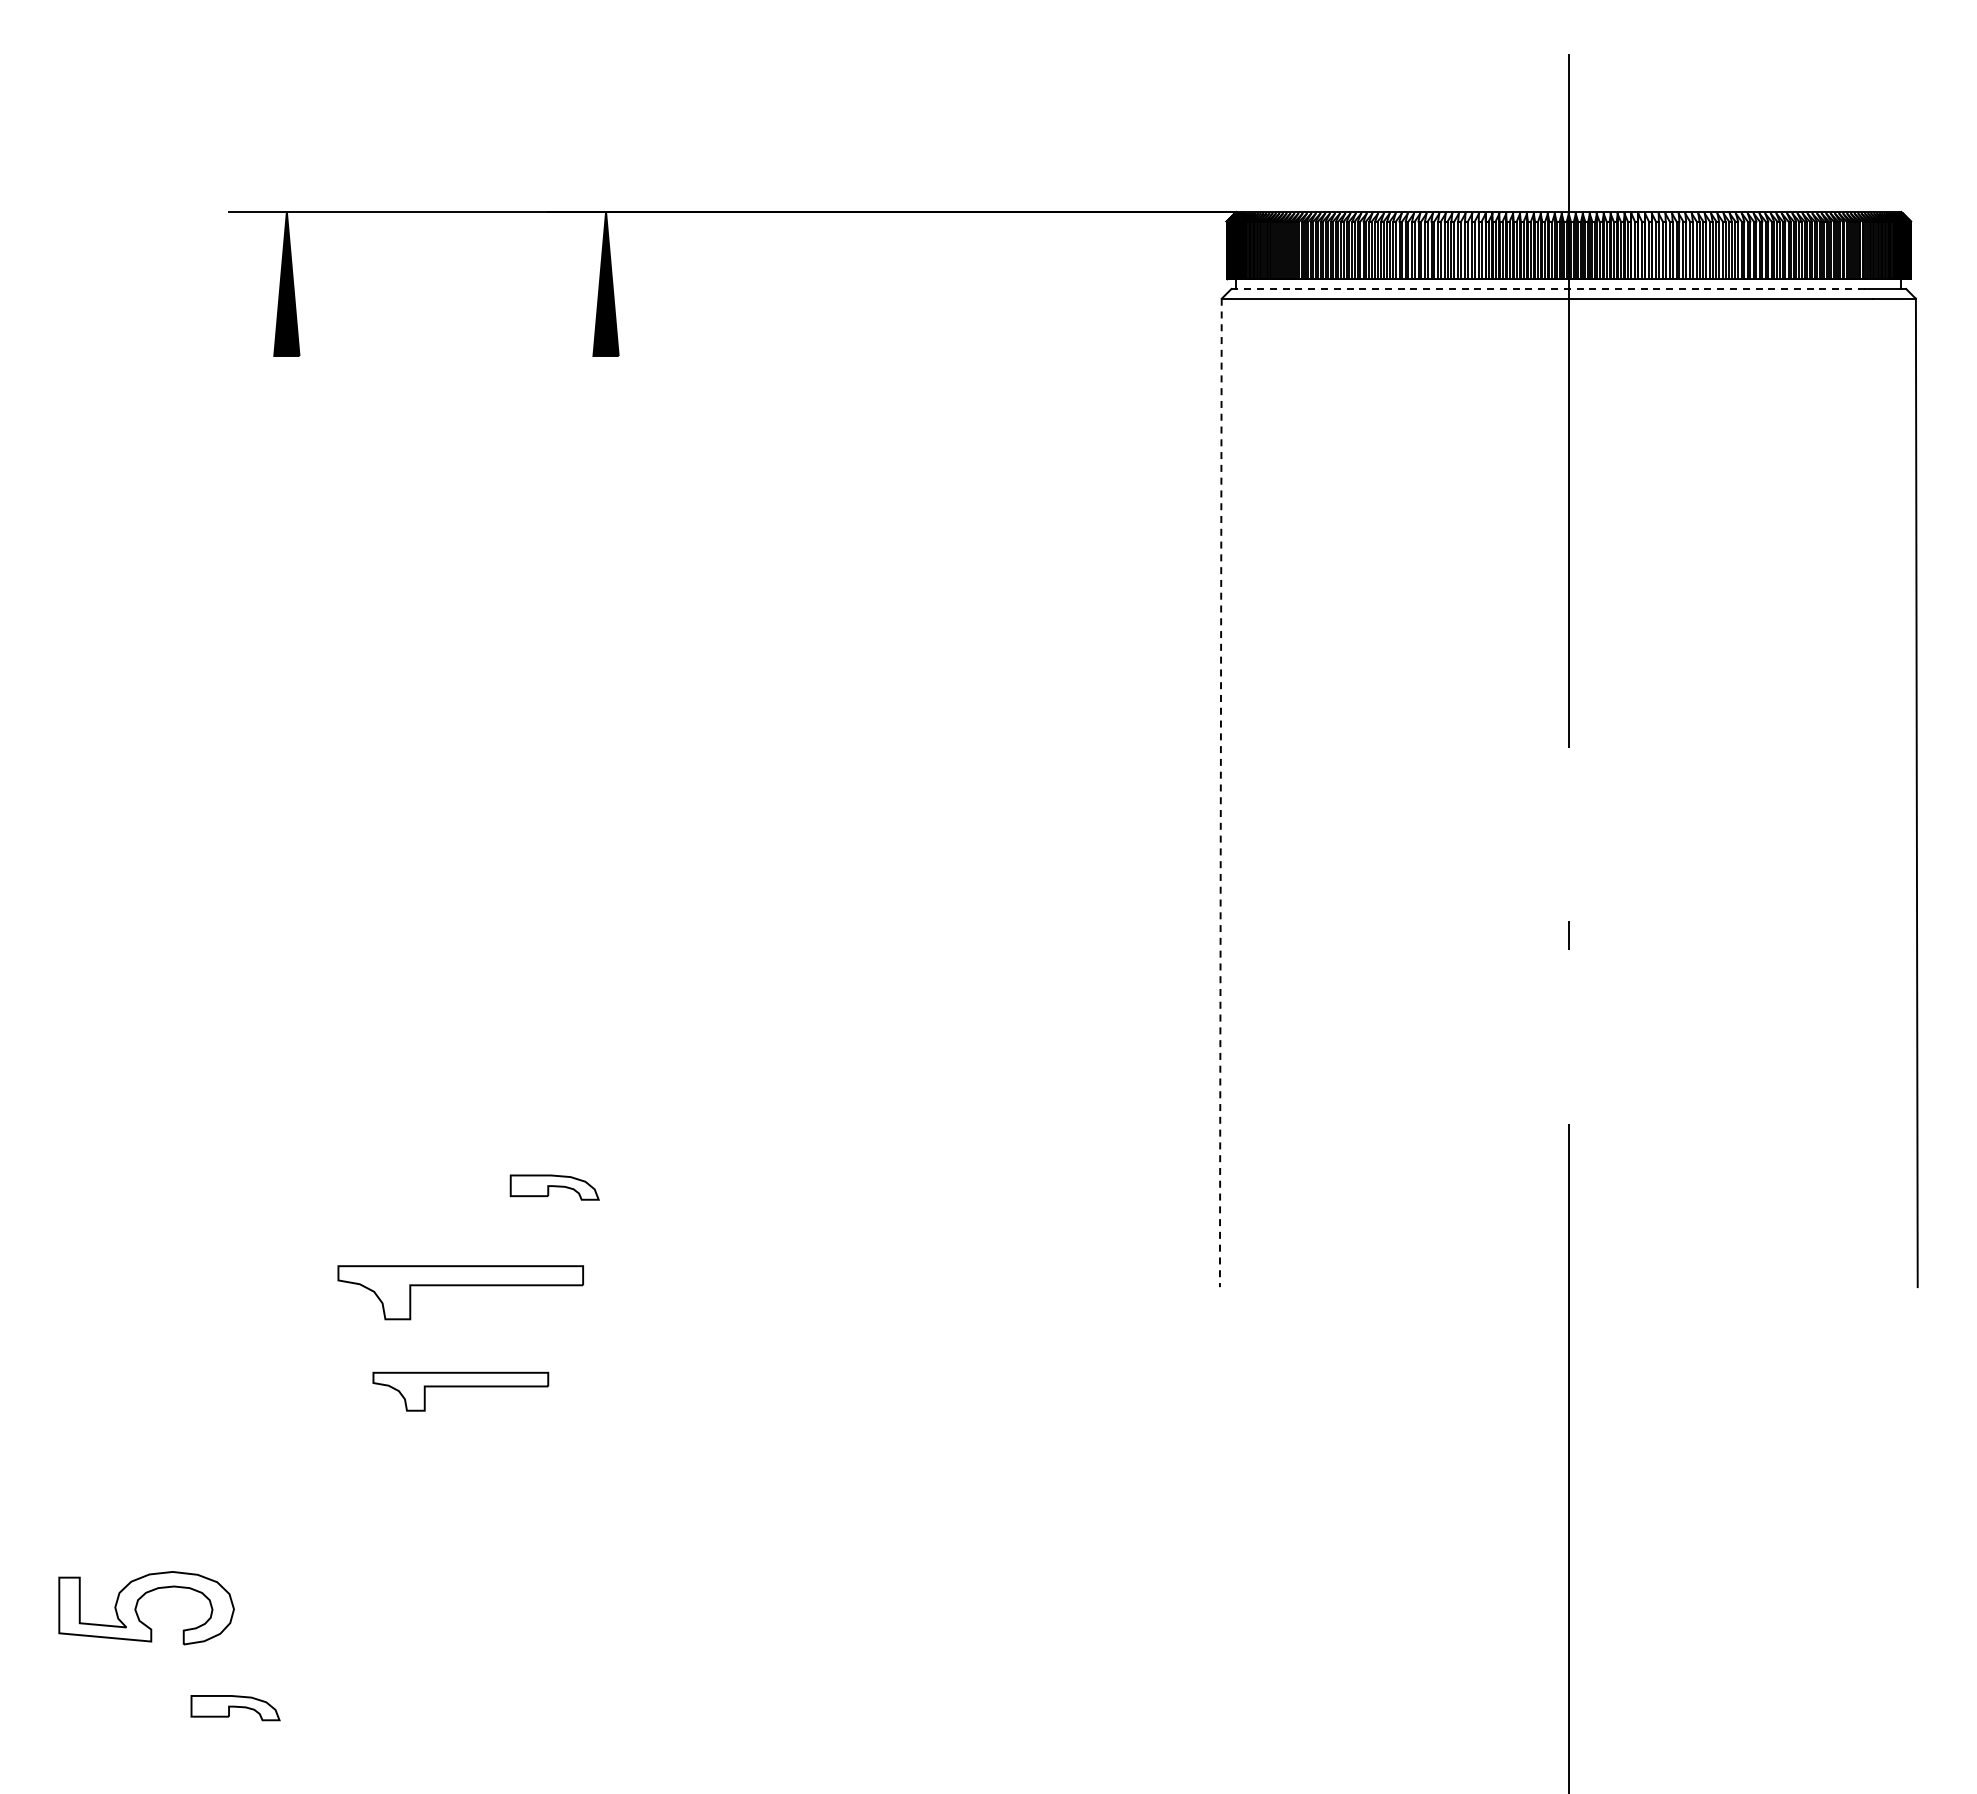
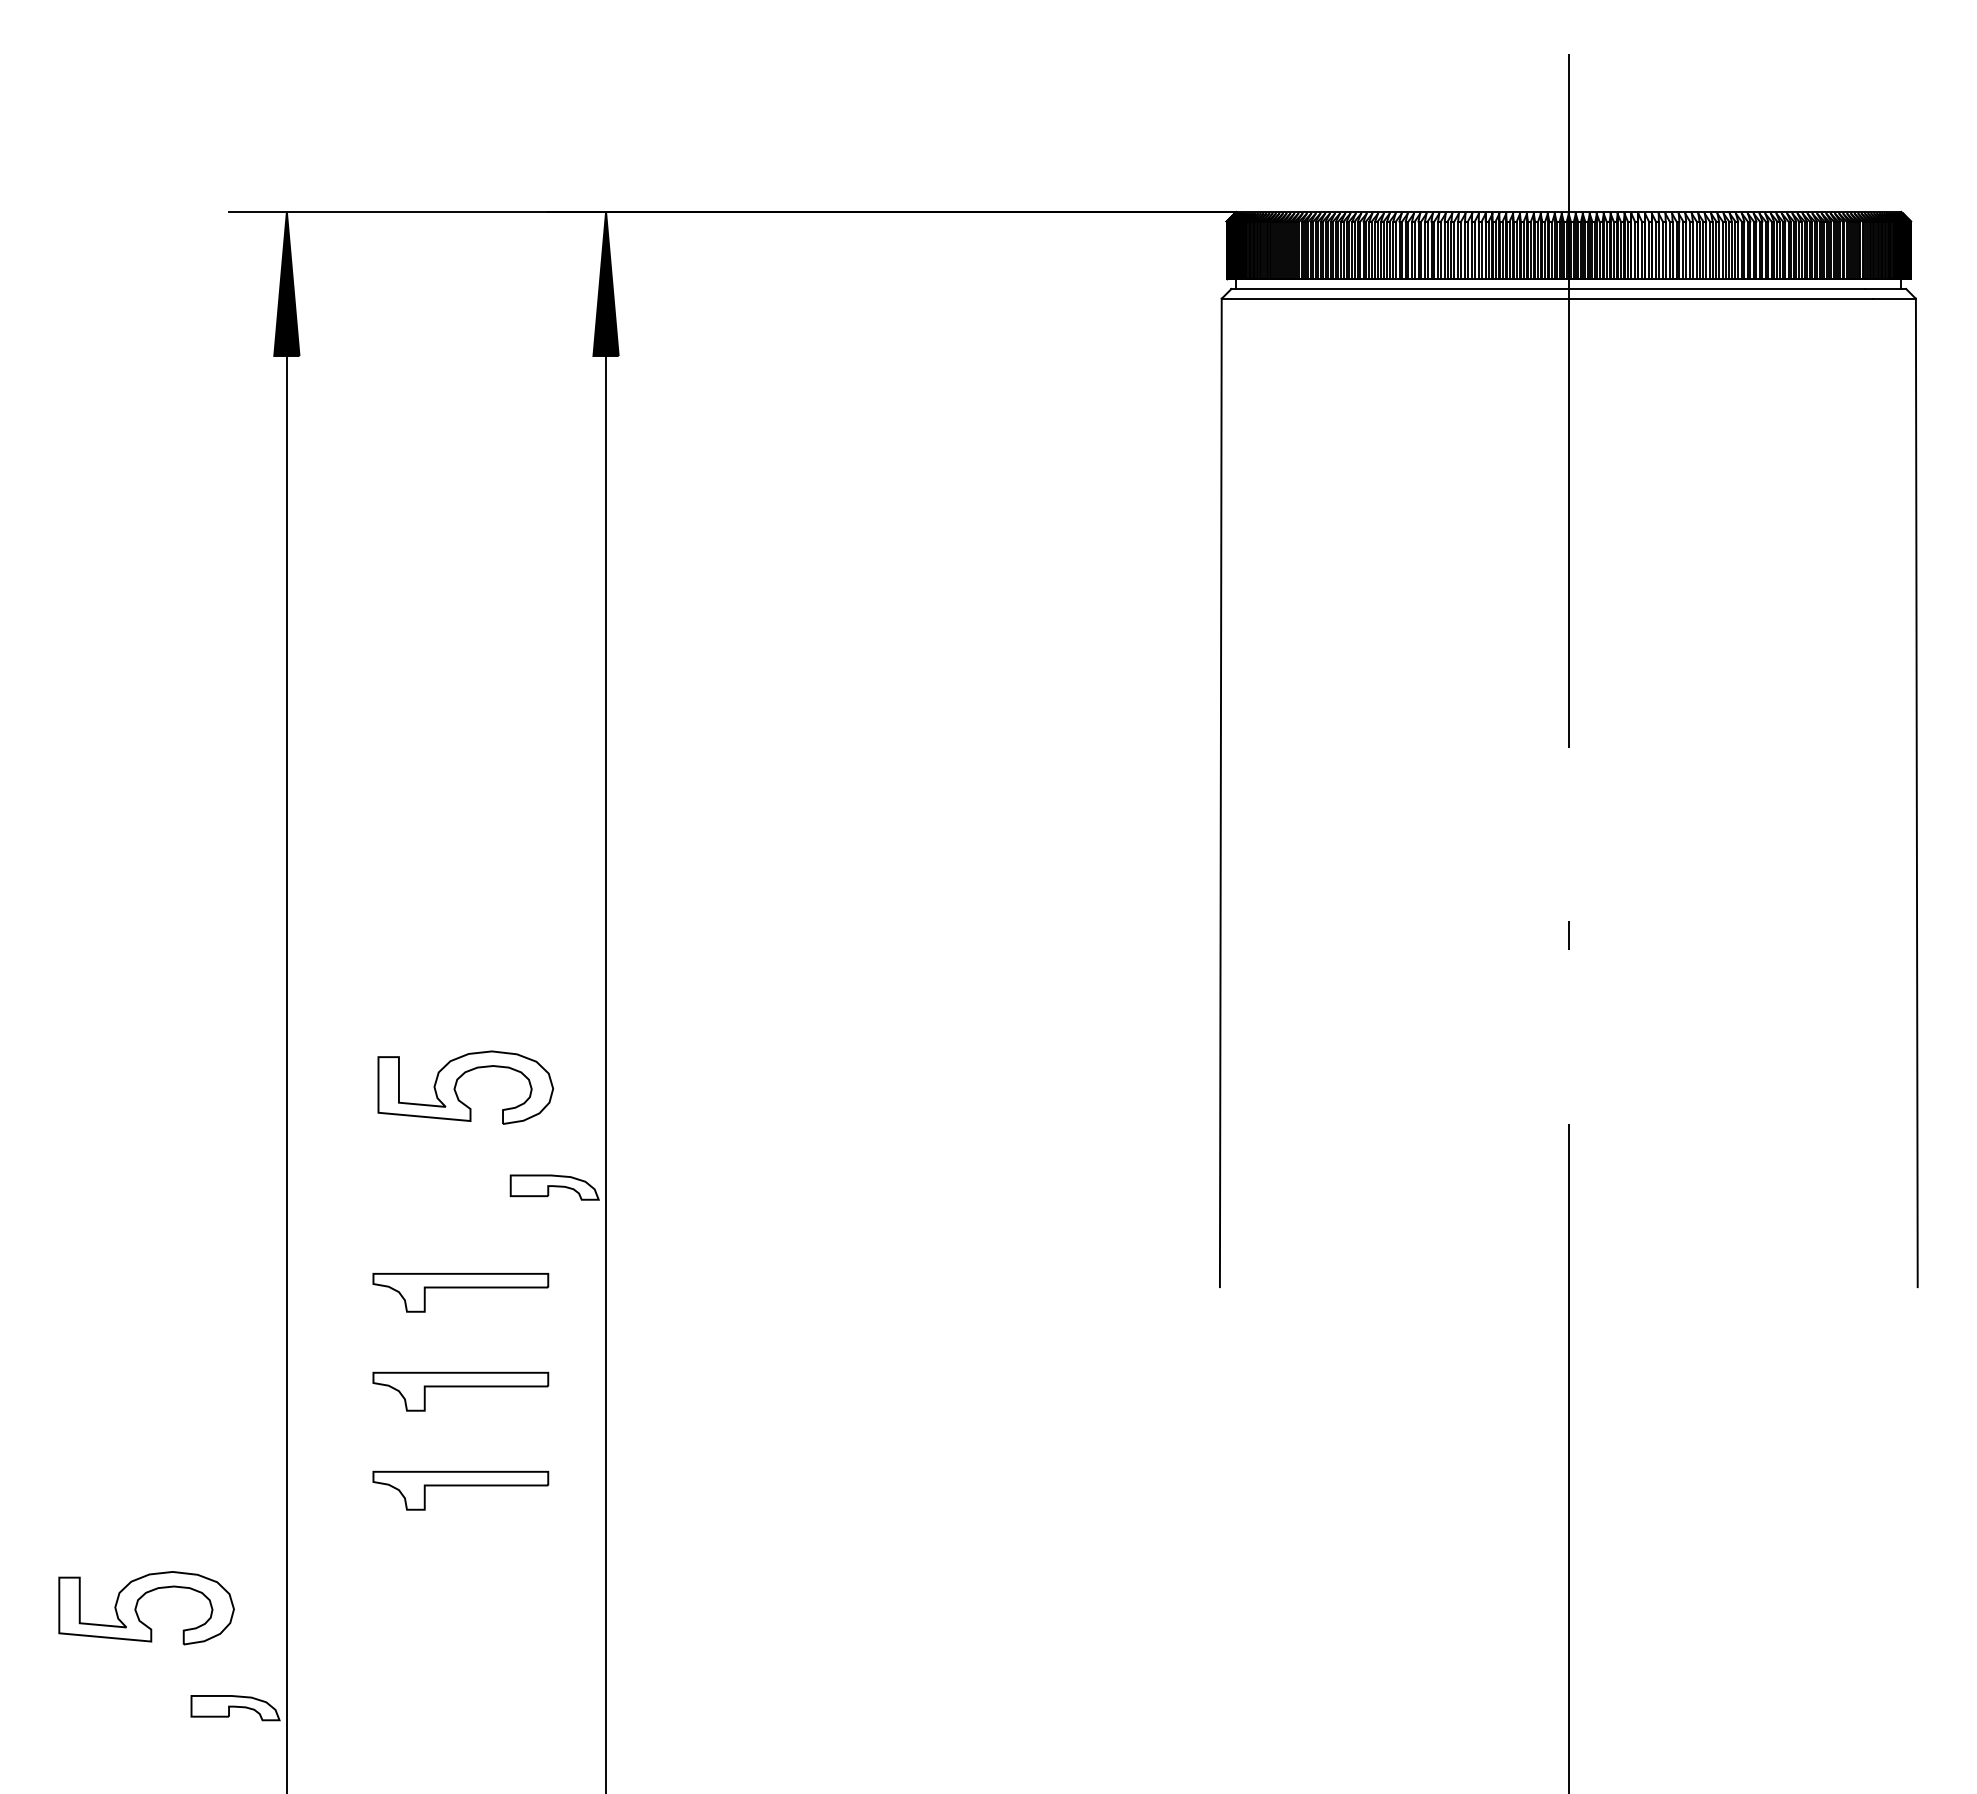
line at (1548, 289): dashed -> solid
line at (1220, 793): dashed -> solid
line at (286, 1073): none -> present
line at (606, 1073): none -> present
part at (456, 1086): none -> present
part at (460, 1292) size: 247x56 px -> 178x40 px
part at (460, 1490): none -> present
